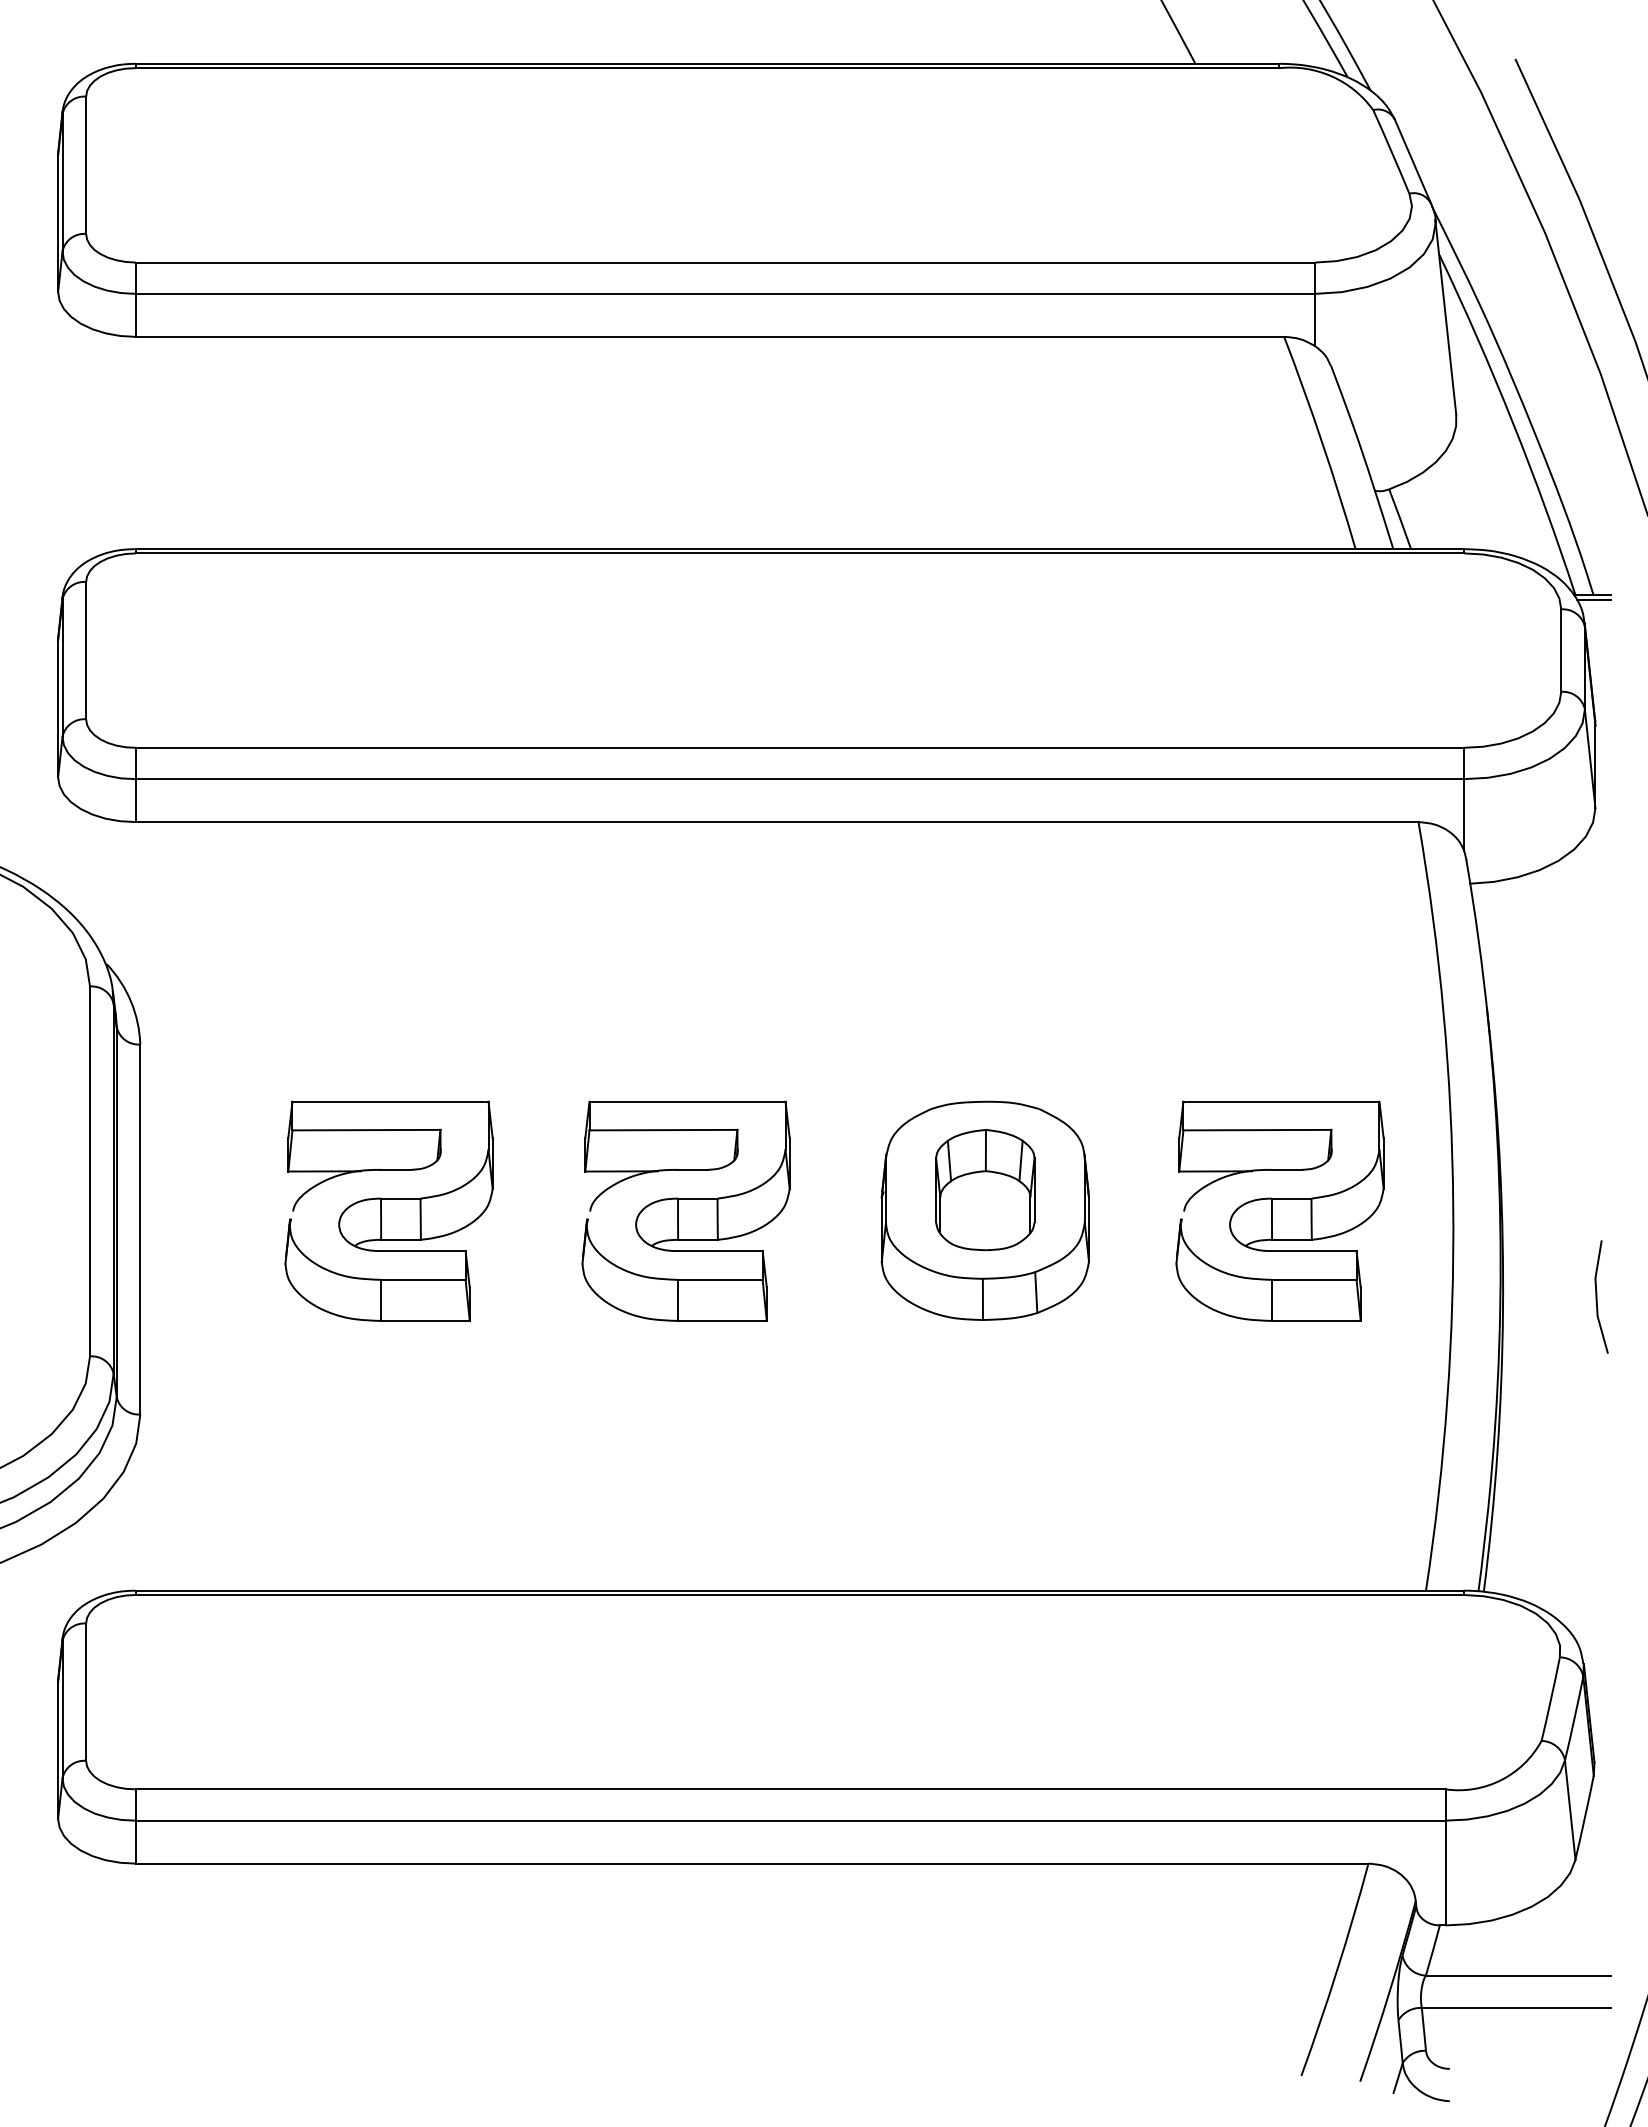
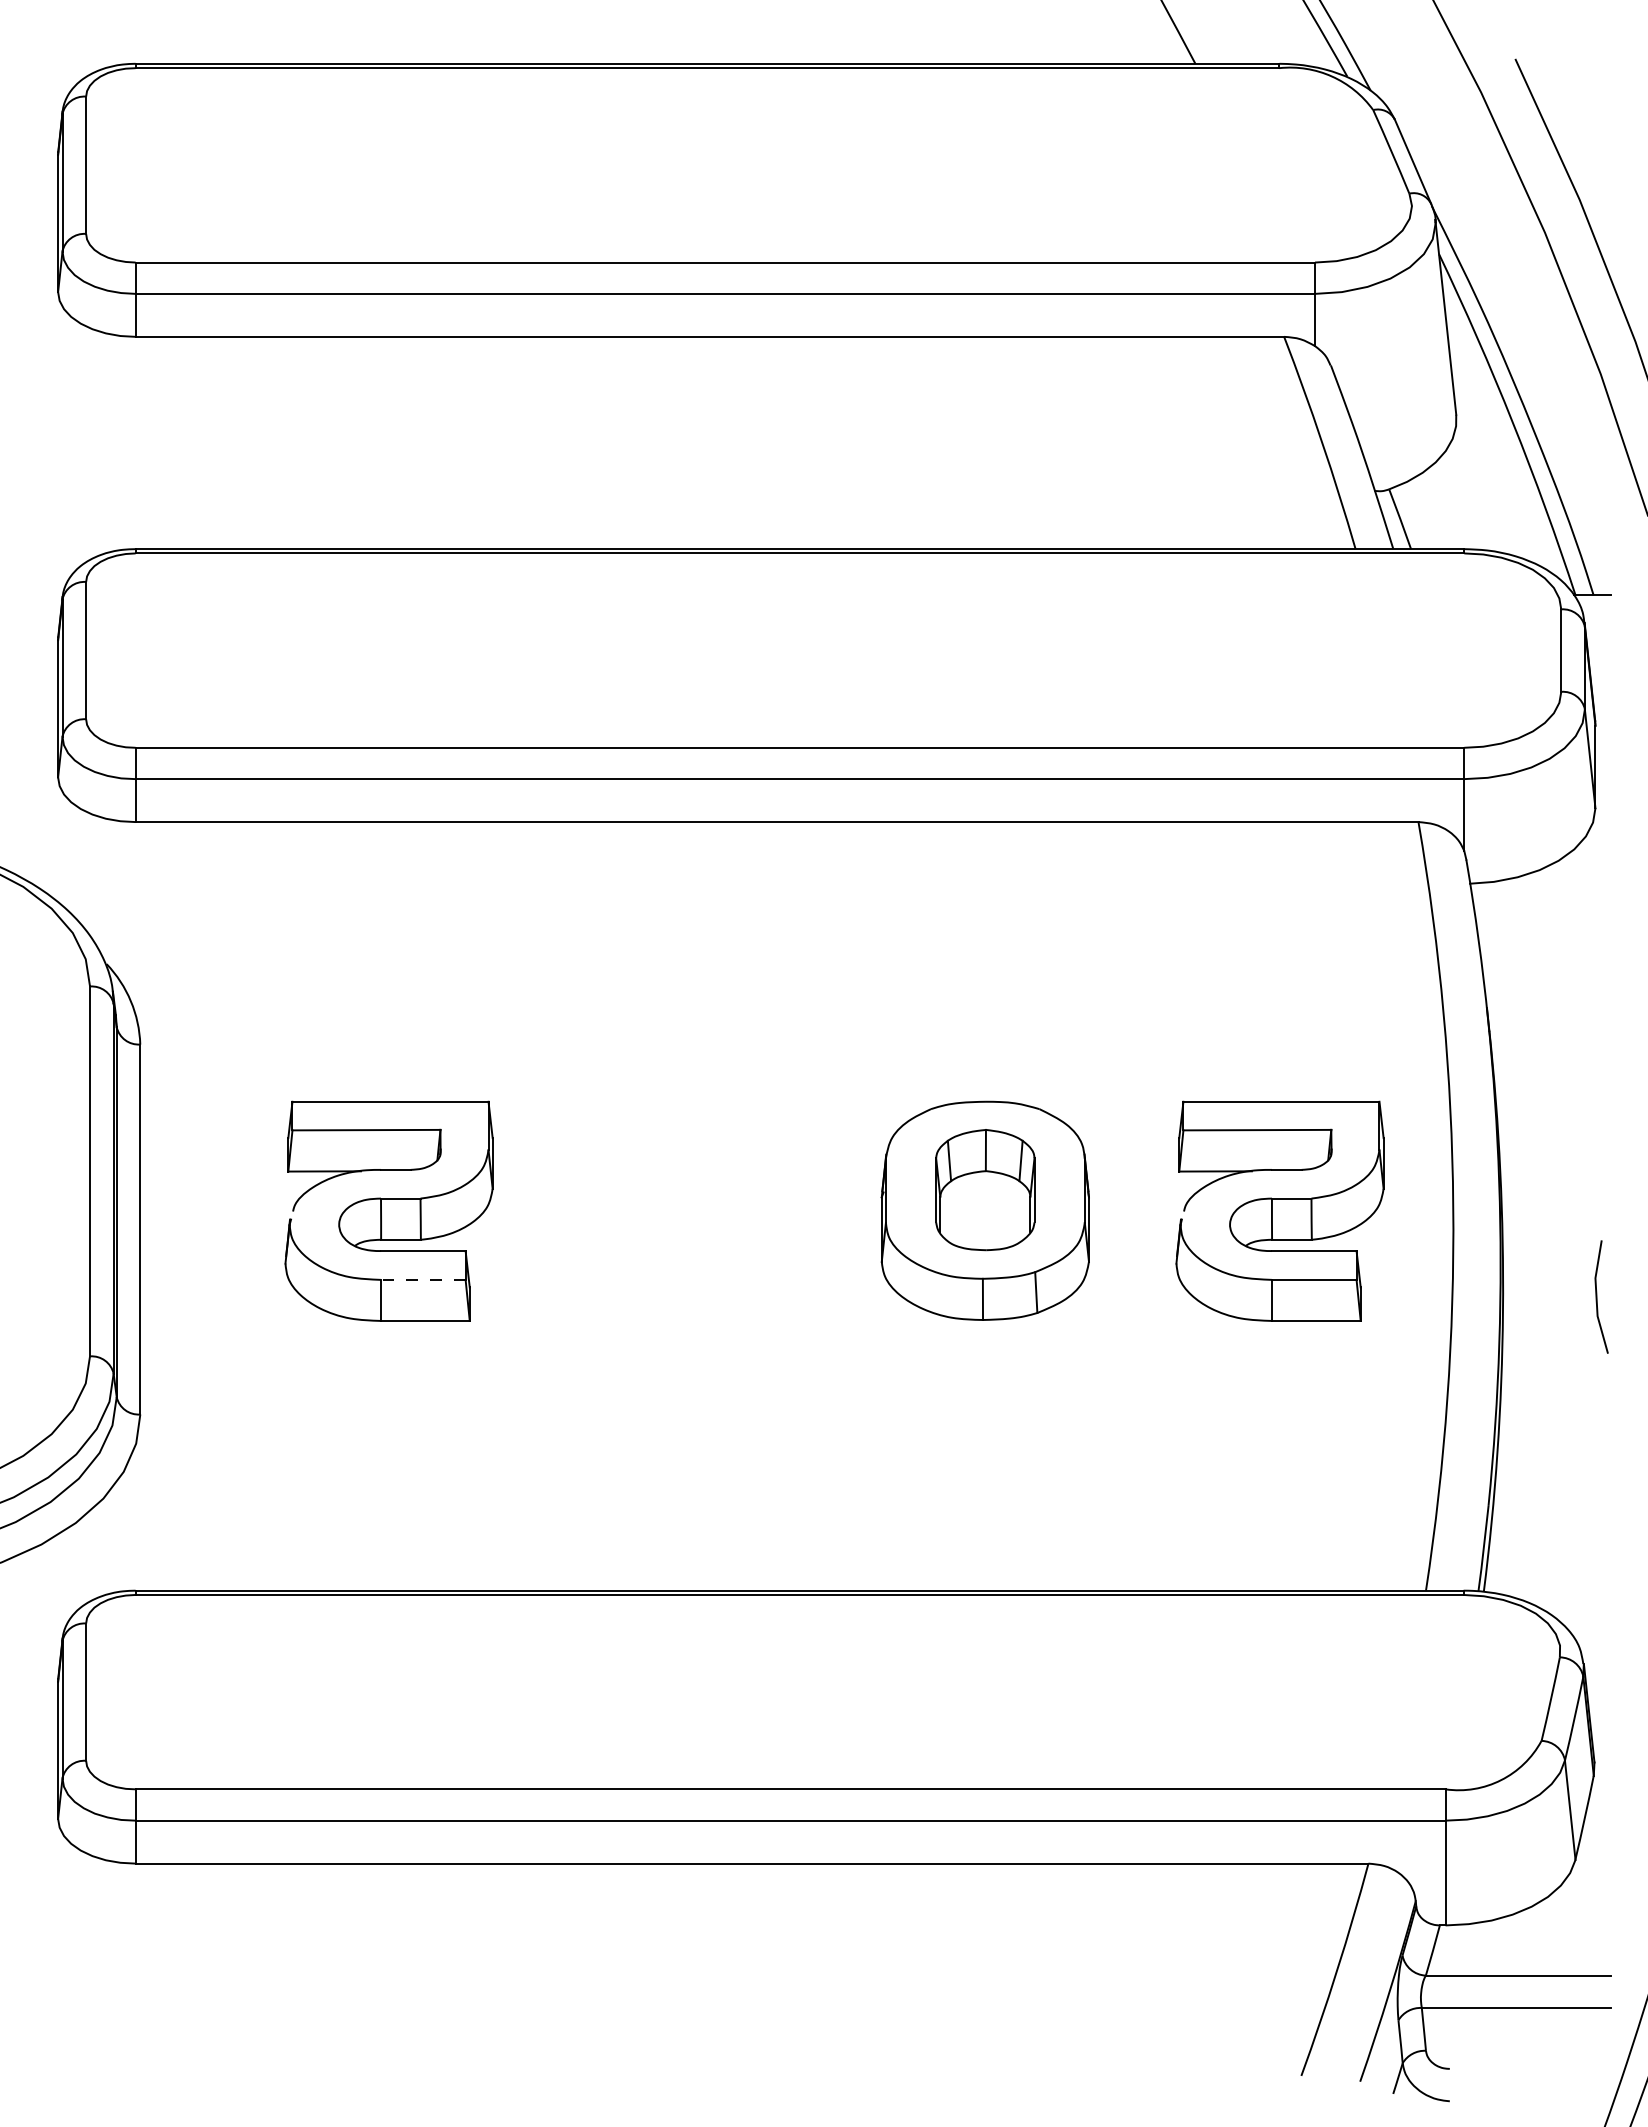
line at (1593, 599): present -> none
part at (685, 1210): present -> none
line at (422, 1279): solid -> dashed
